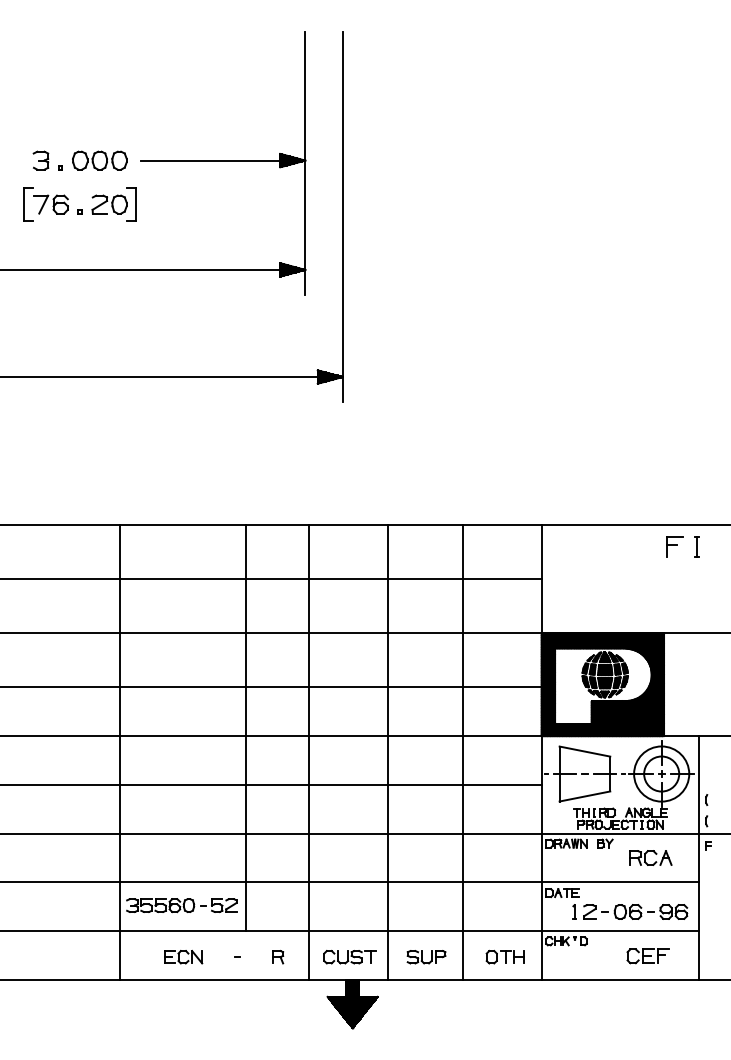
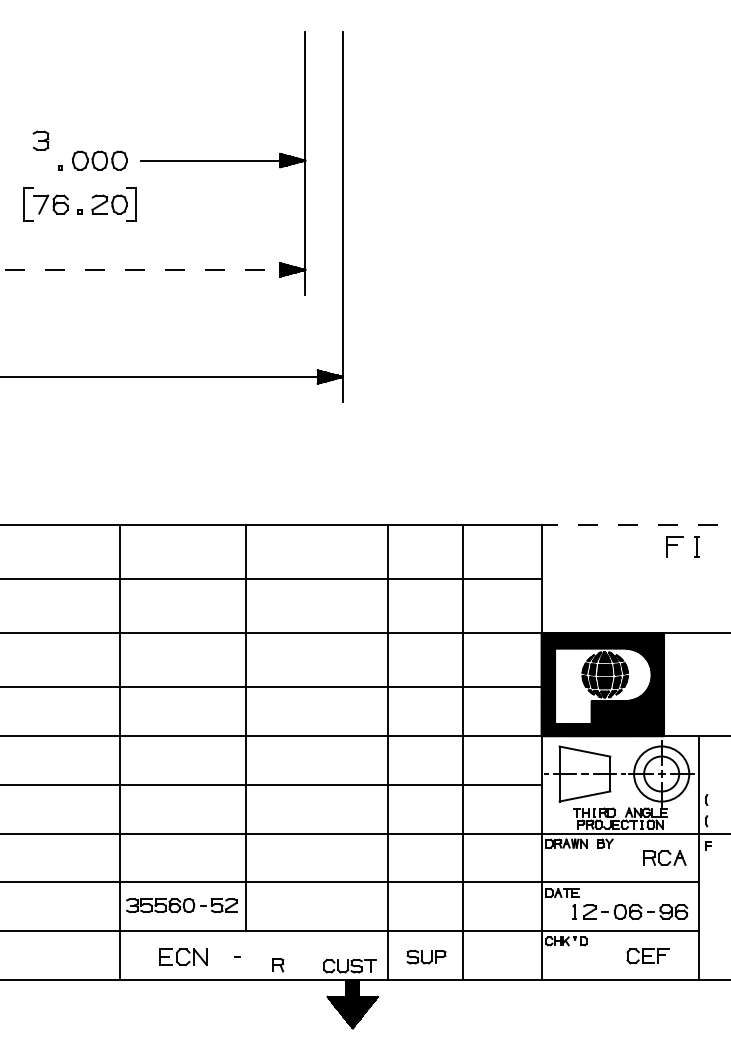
part at (40, 160) position: (40, 160) -> (40, 140)
line at (152, 269): solid -> dashed
line at (635, 524): solid -> dashed
line at (309, 751): present -> none
part at (650, 857) position: (650, 857) -> (664, 857)
part at (349, 956) position: (349, 956) -> (349, 965)
part at (504, 956): present -> none
part at (183, 957) size: 40x15 px -> 49x18 px
part at (278, 957) position: (278, 957) -> (278, 965)
